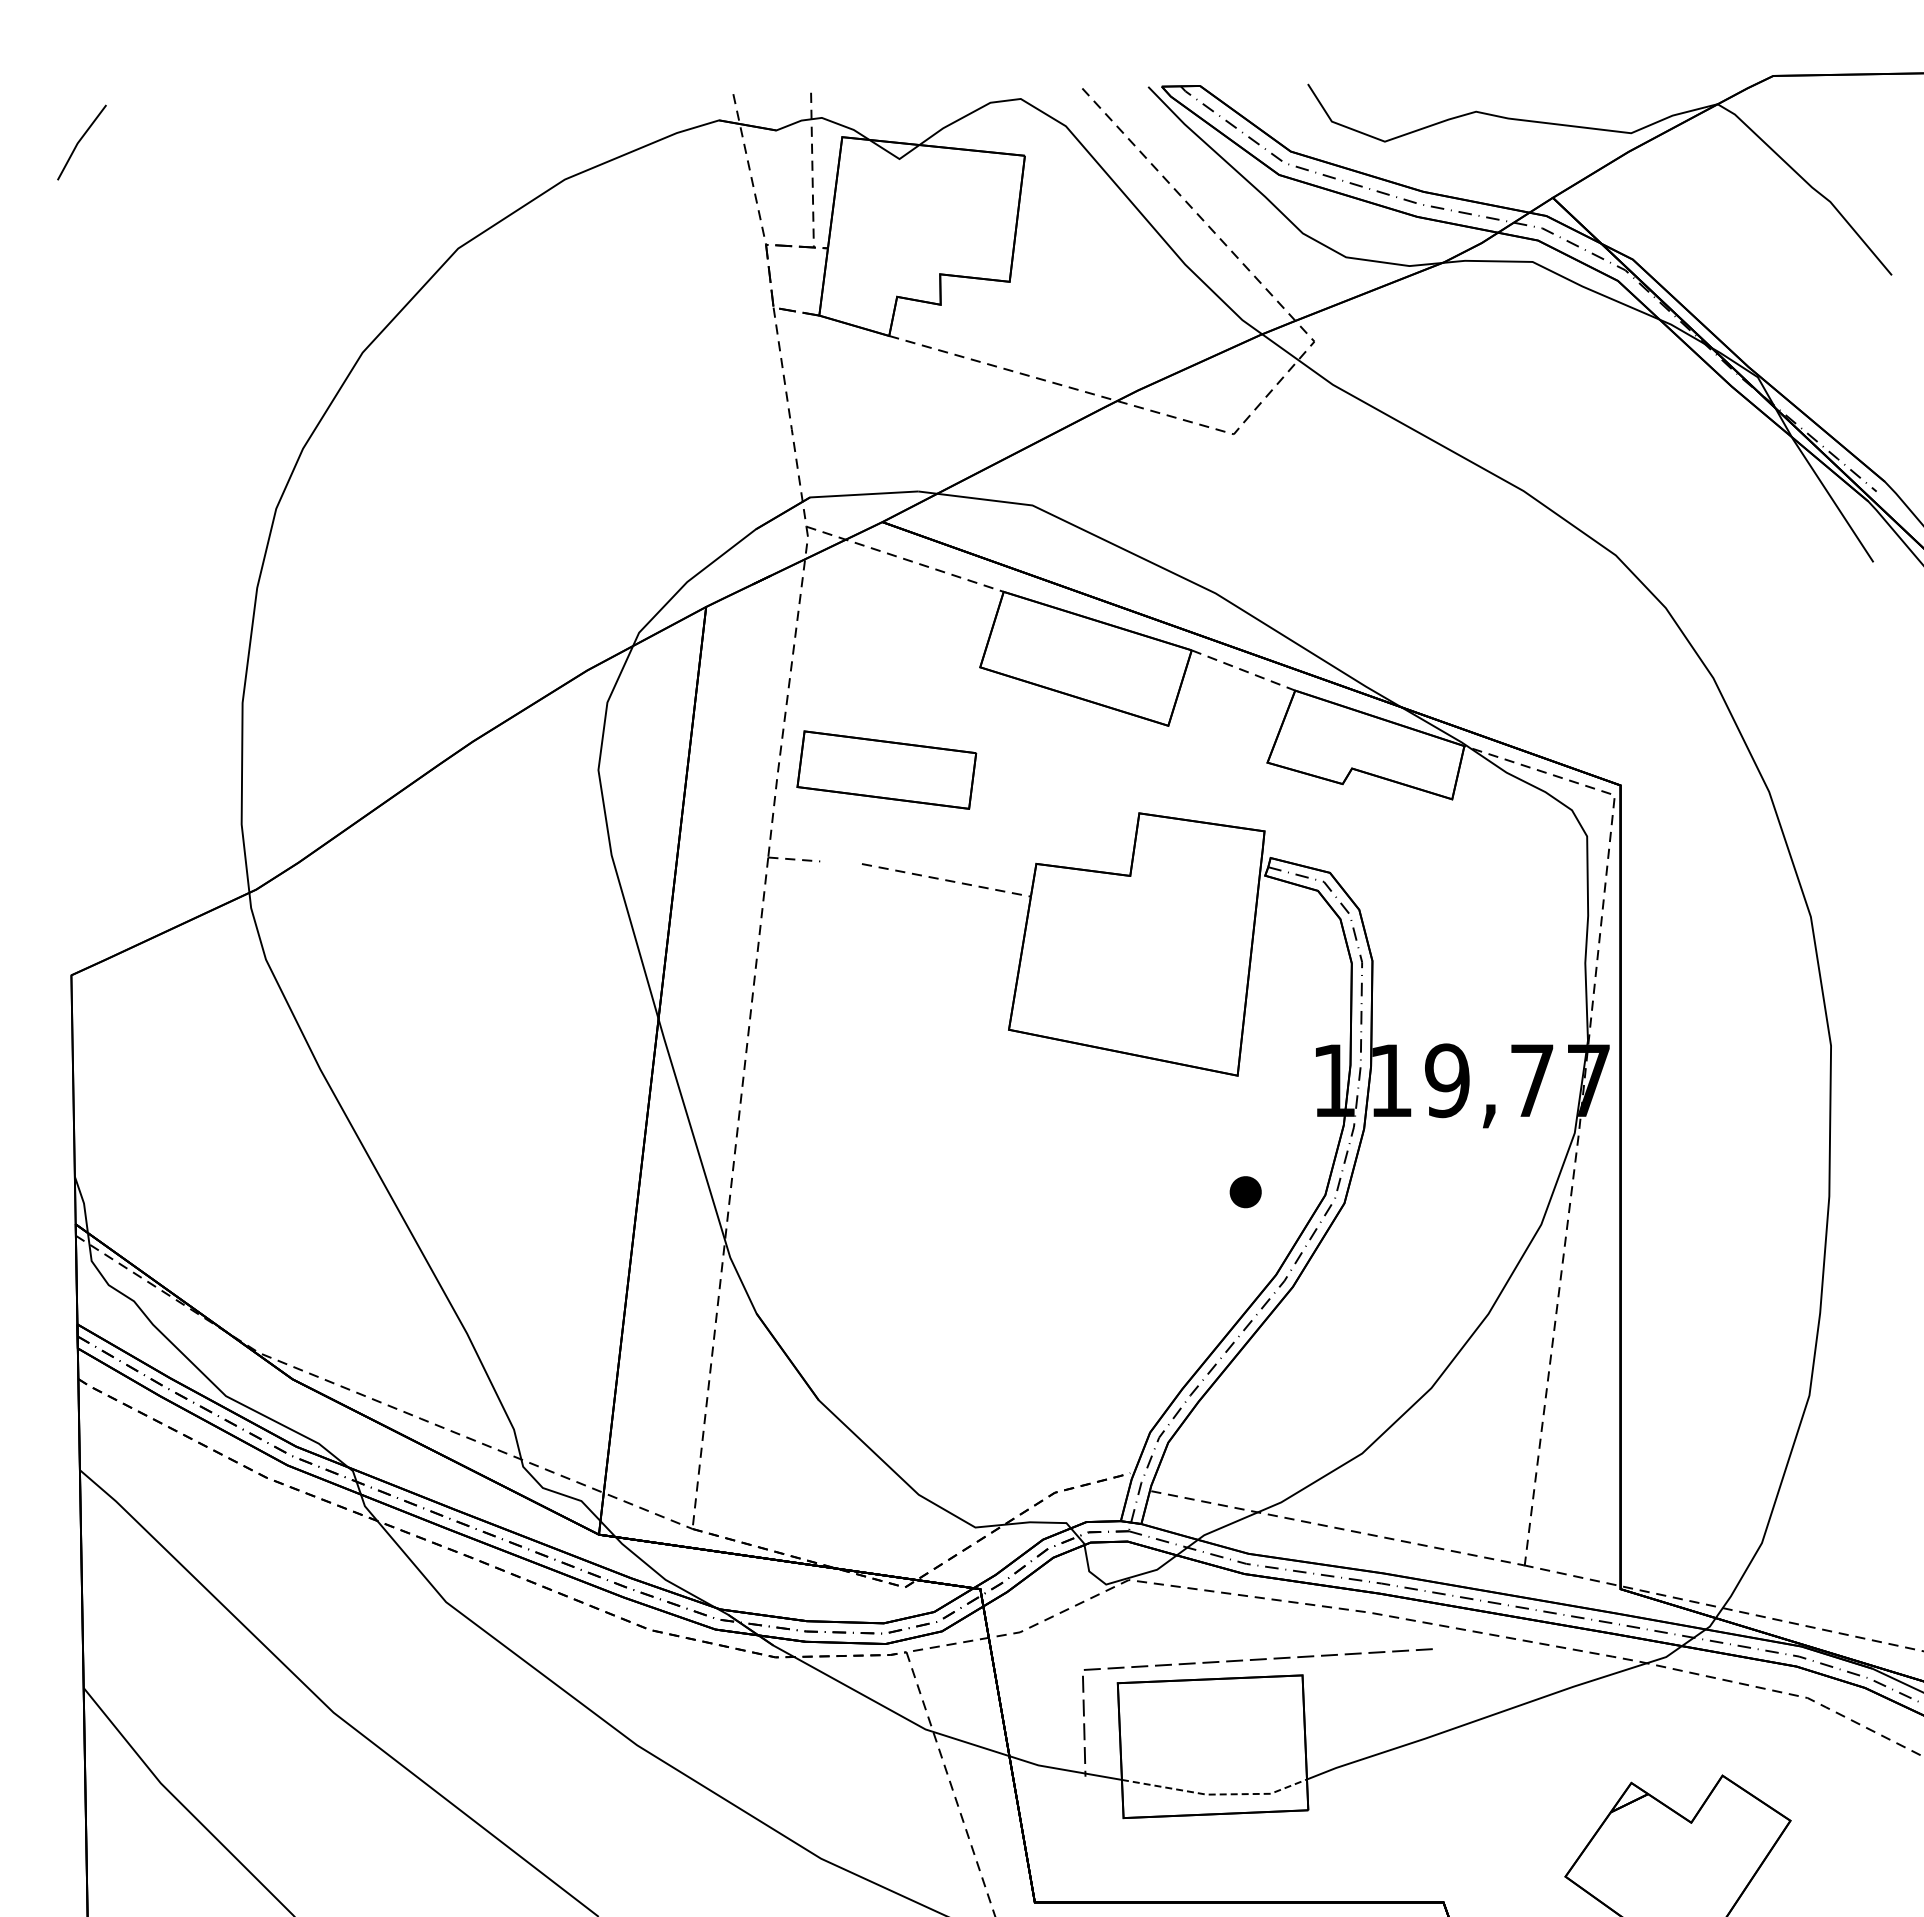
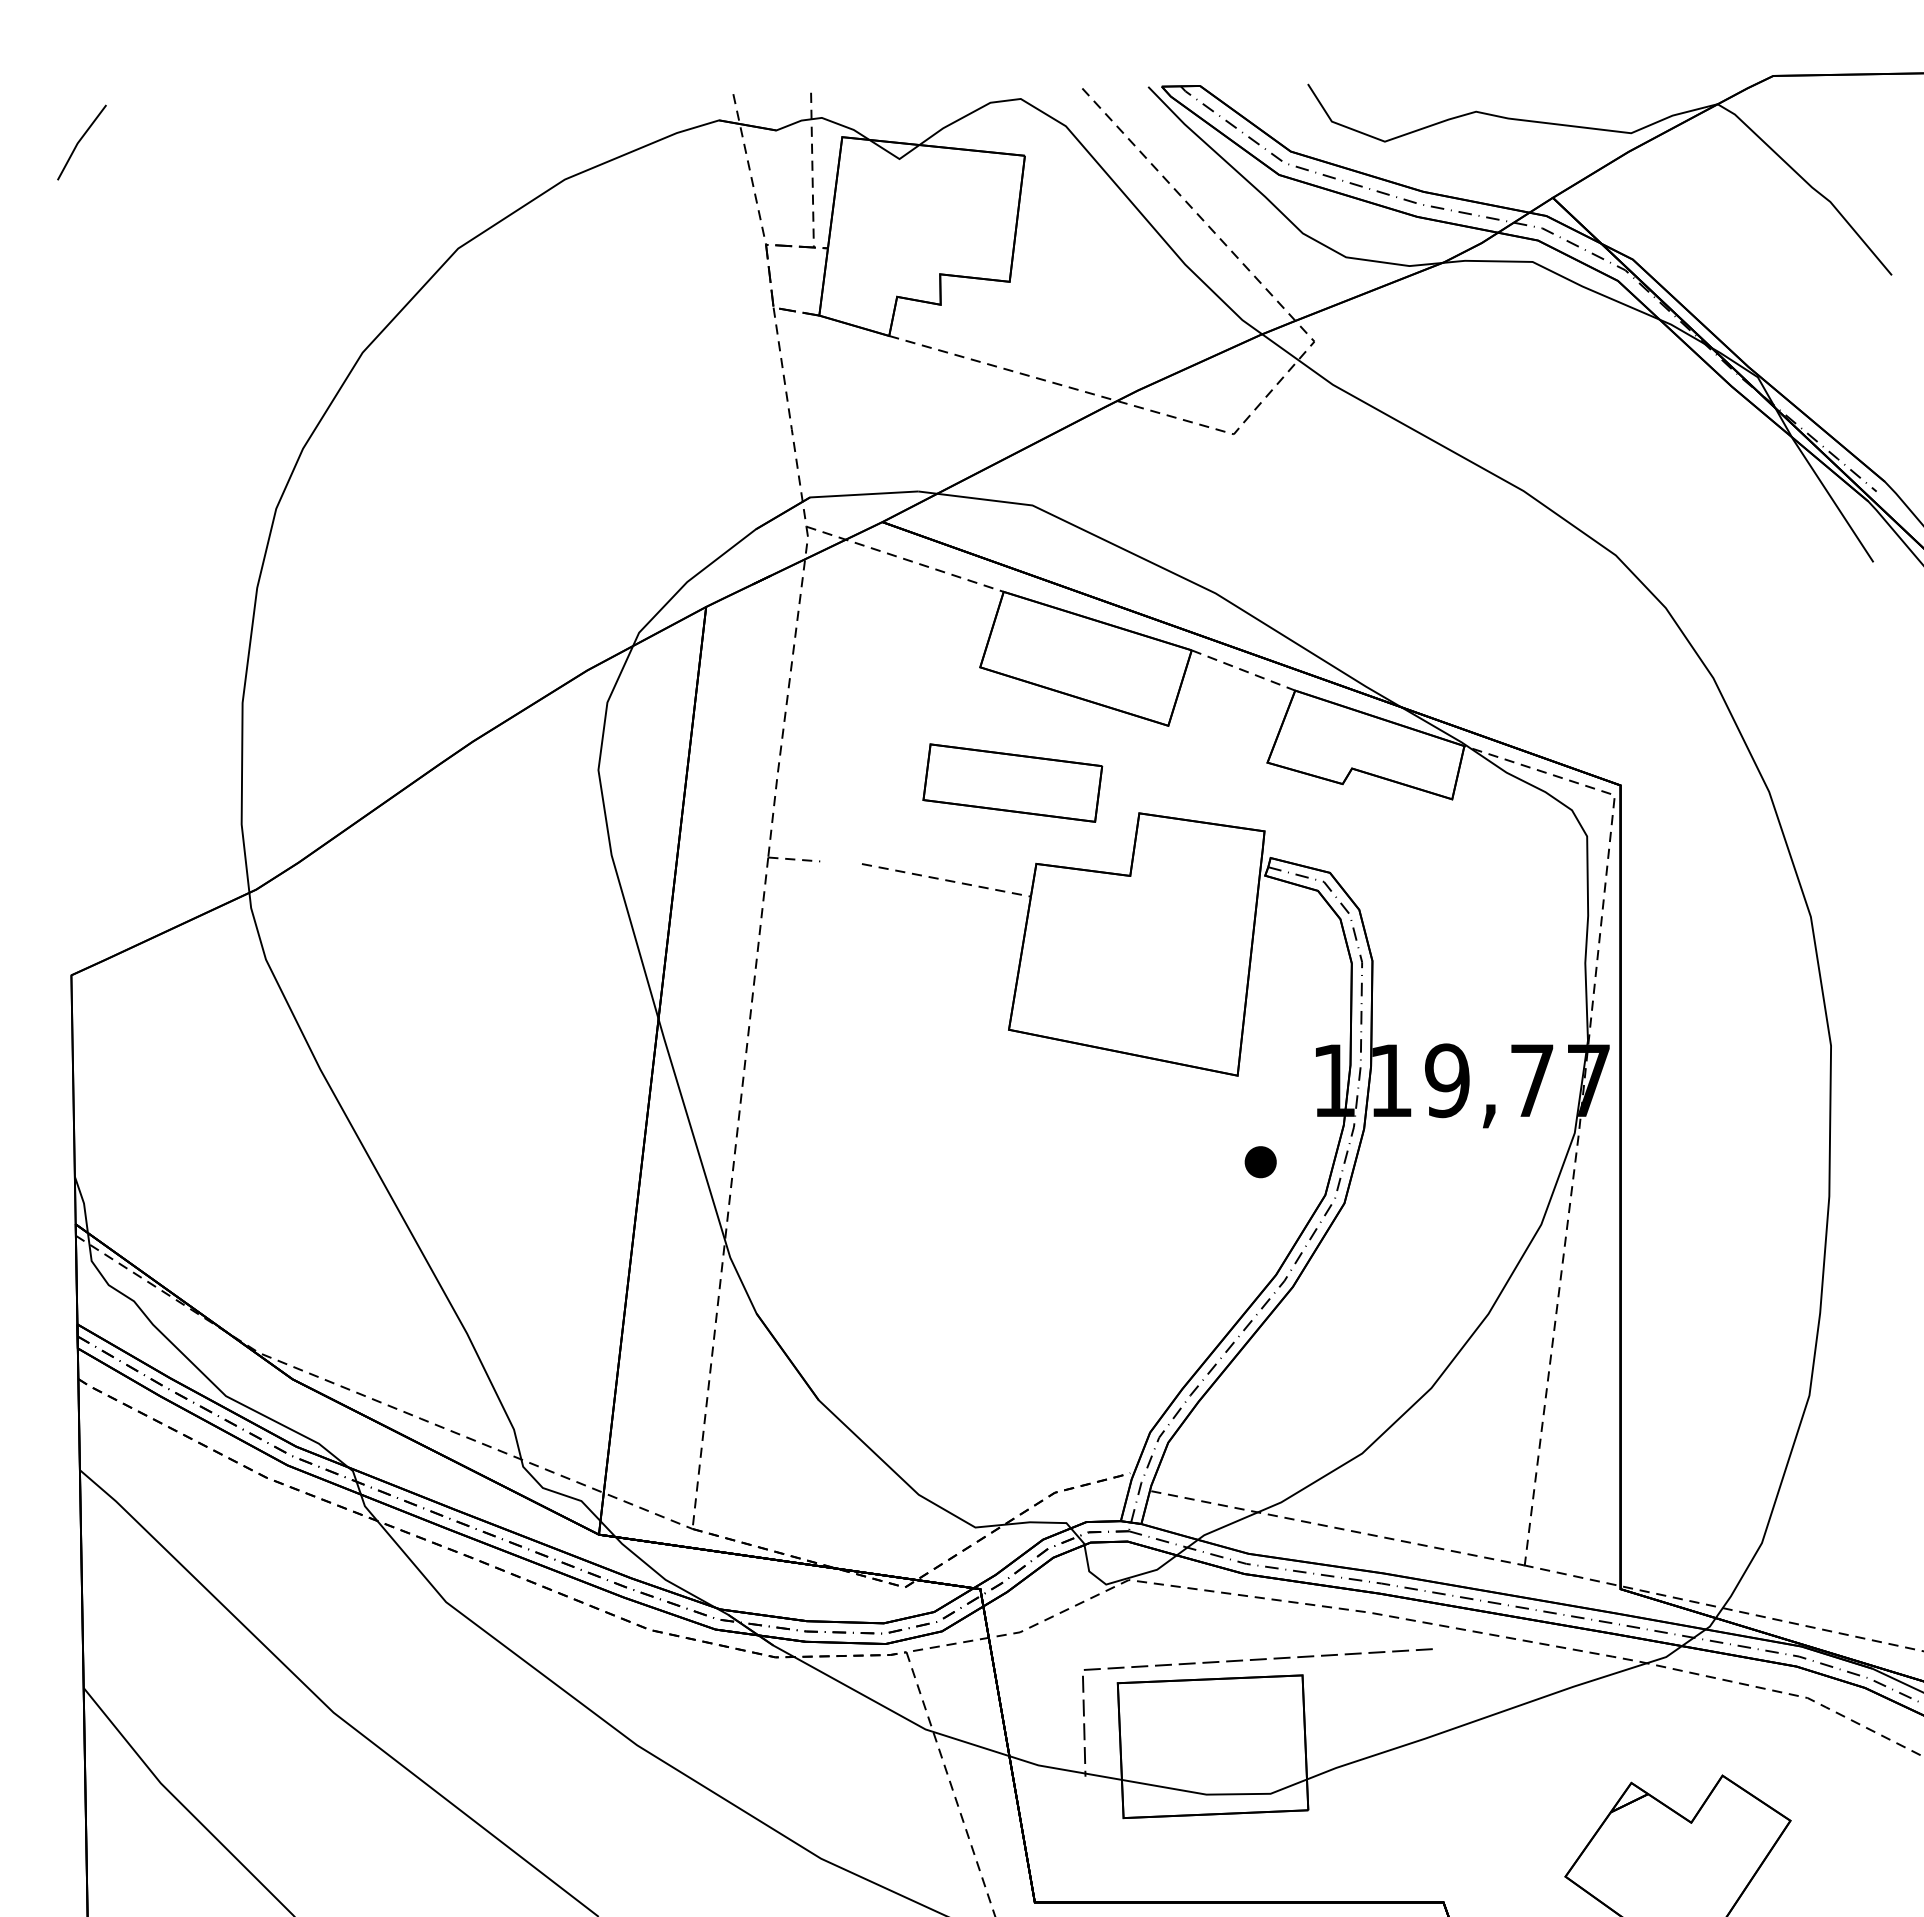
part at (886, 769) position: (886, 769) -> (1012, 782)
part at (1245, 1192) position: (1245, 1192) -> (1260, 1162)
line at (1216, 1794): dashed -> solid
